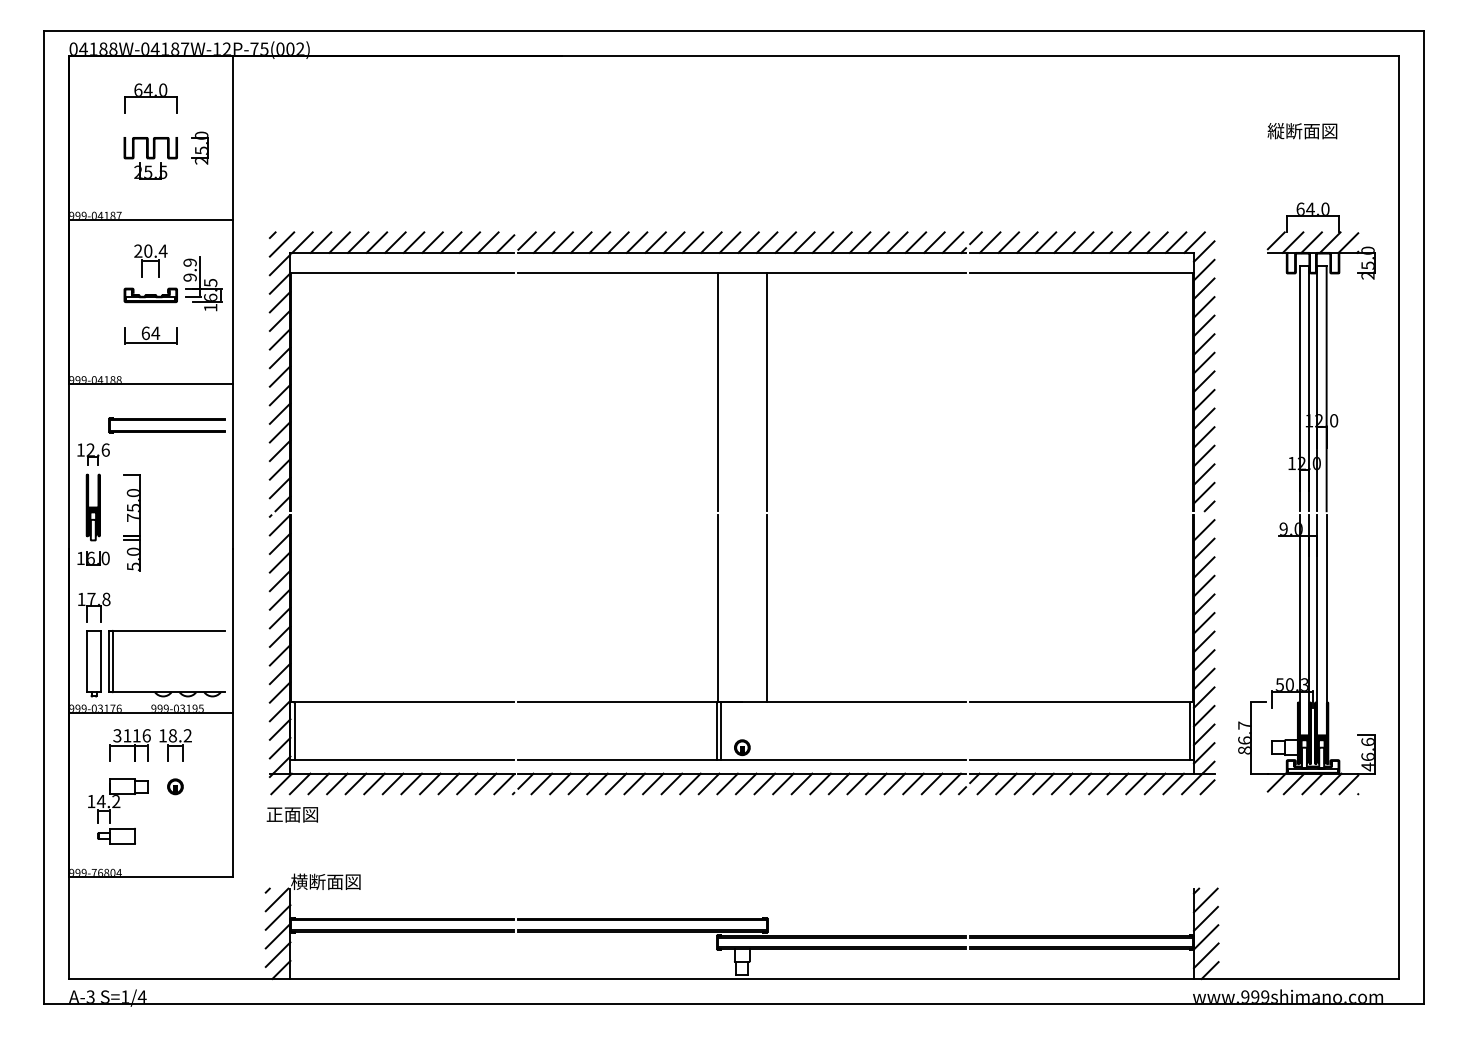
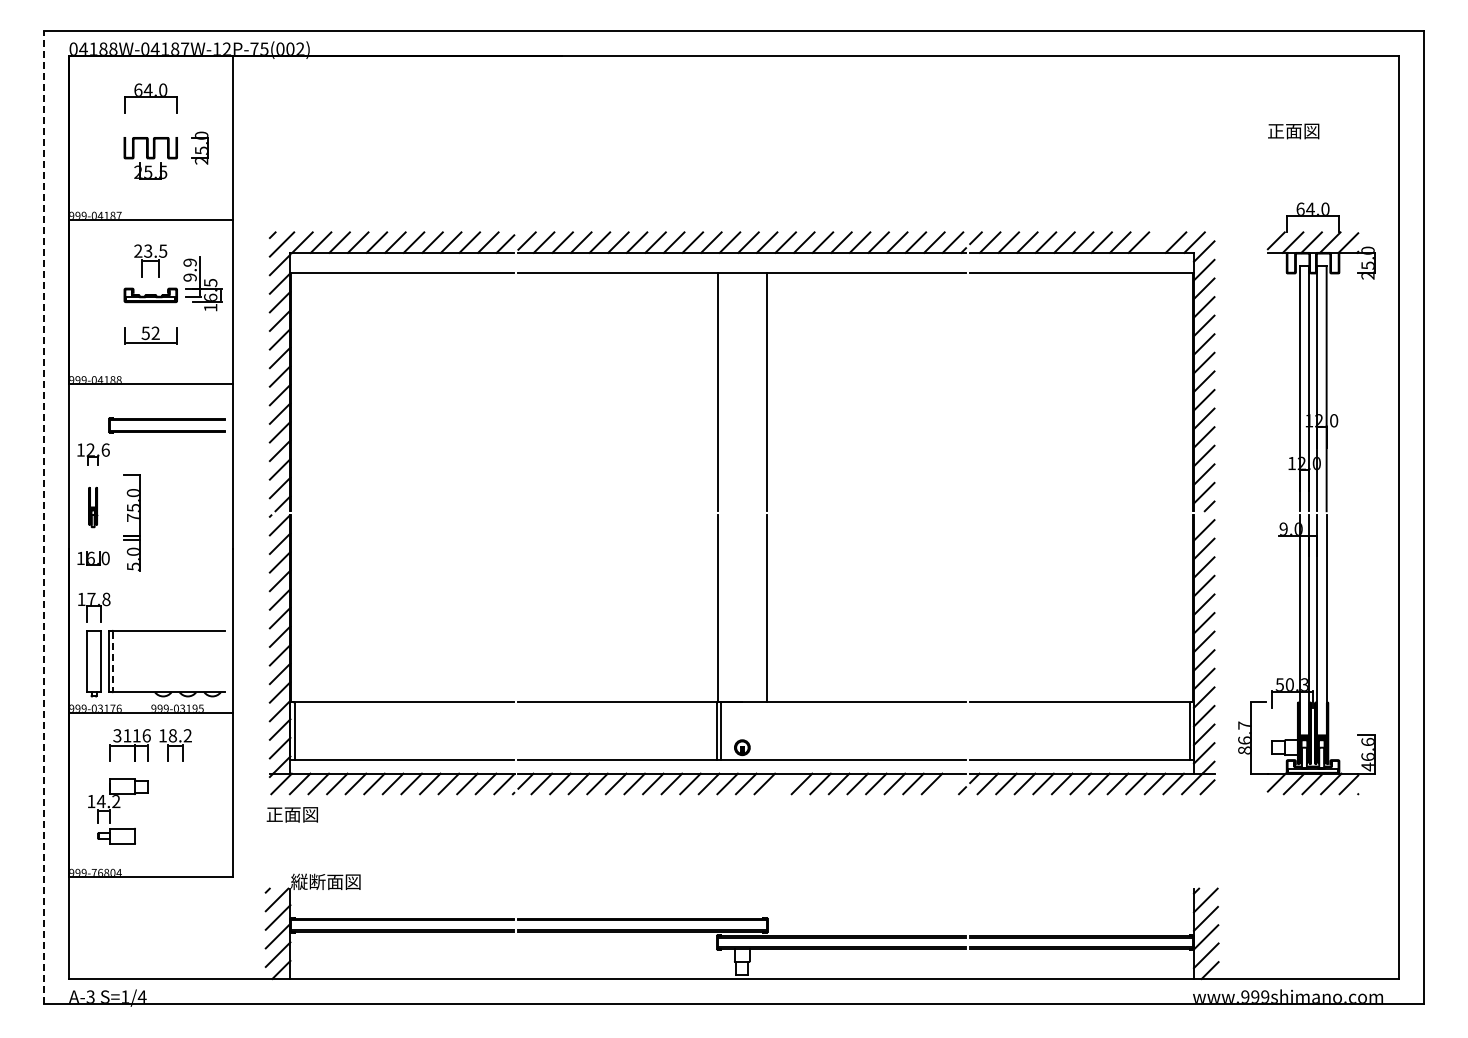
text at (1302, 131): 縦断面図 -> 正面図
line at (1157, 242): present -> none
text at (155, 250): 20.4 -> 23.5
text at (150, 332): 64 -> 52
part at (92, 507) size: 16x69 px -> 11x42 px
line at (44, 516): solid -> dashed
line at (113, 661): solid -> dashed
line at (783, 783): present -> none
line at (950, 783): present -> none
part at (175, 786): present -> none
text at (299, 881): 横断面図 -> 縦断面図
